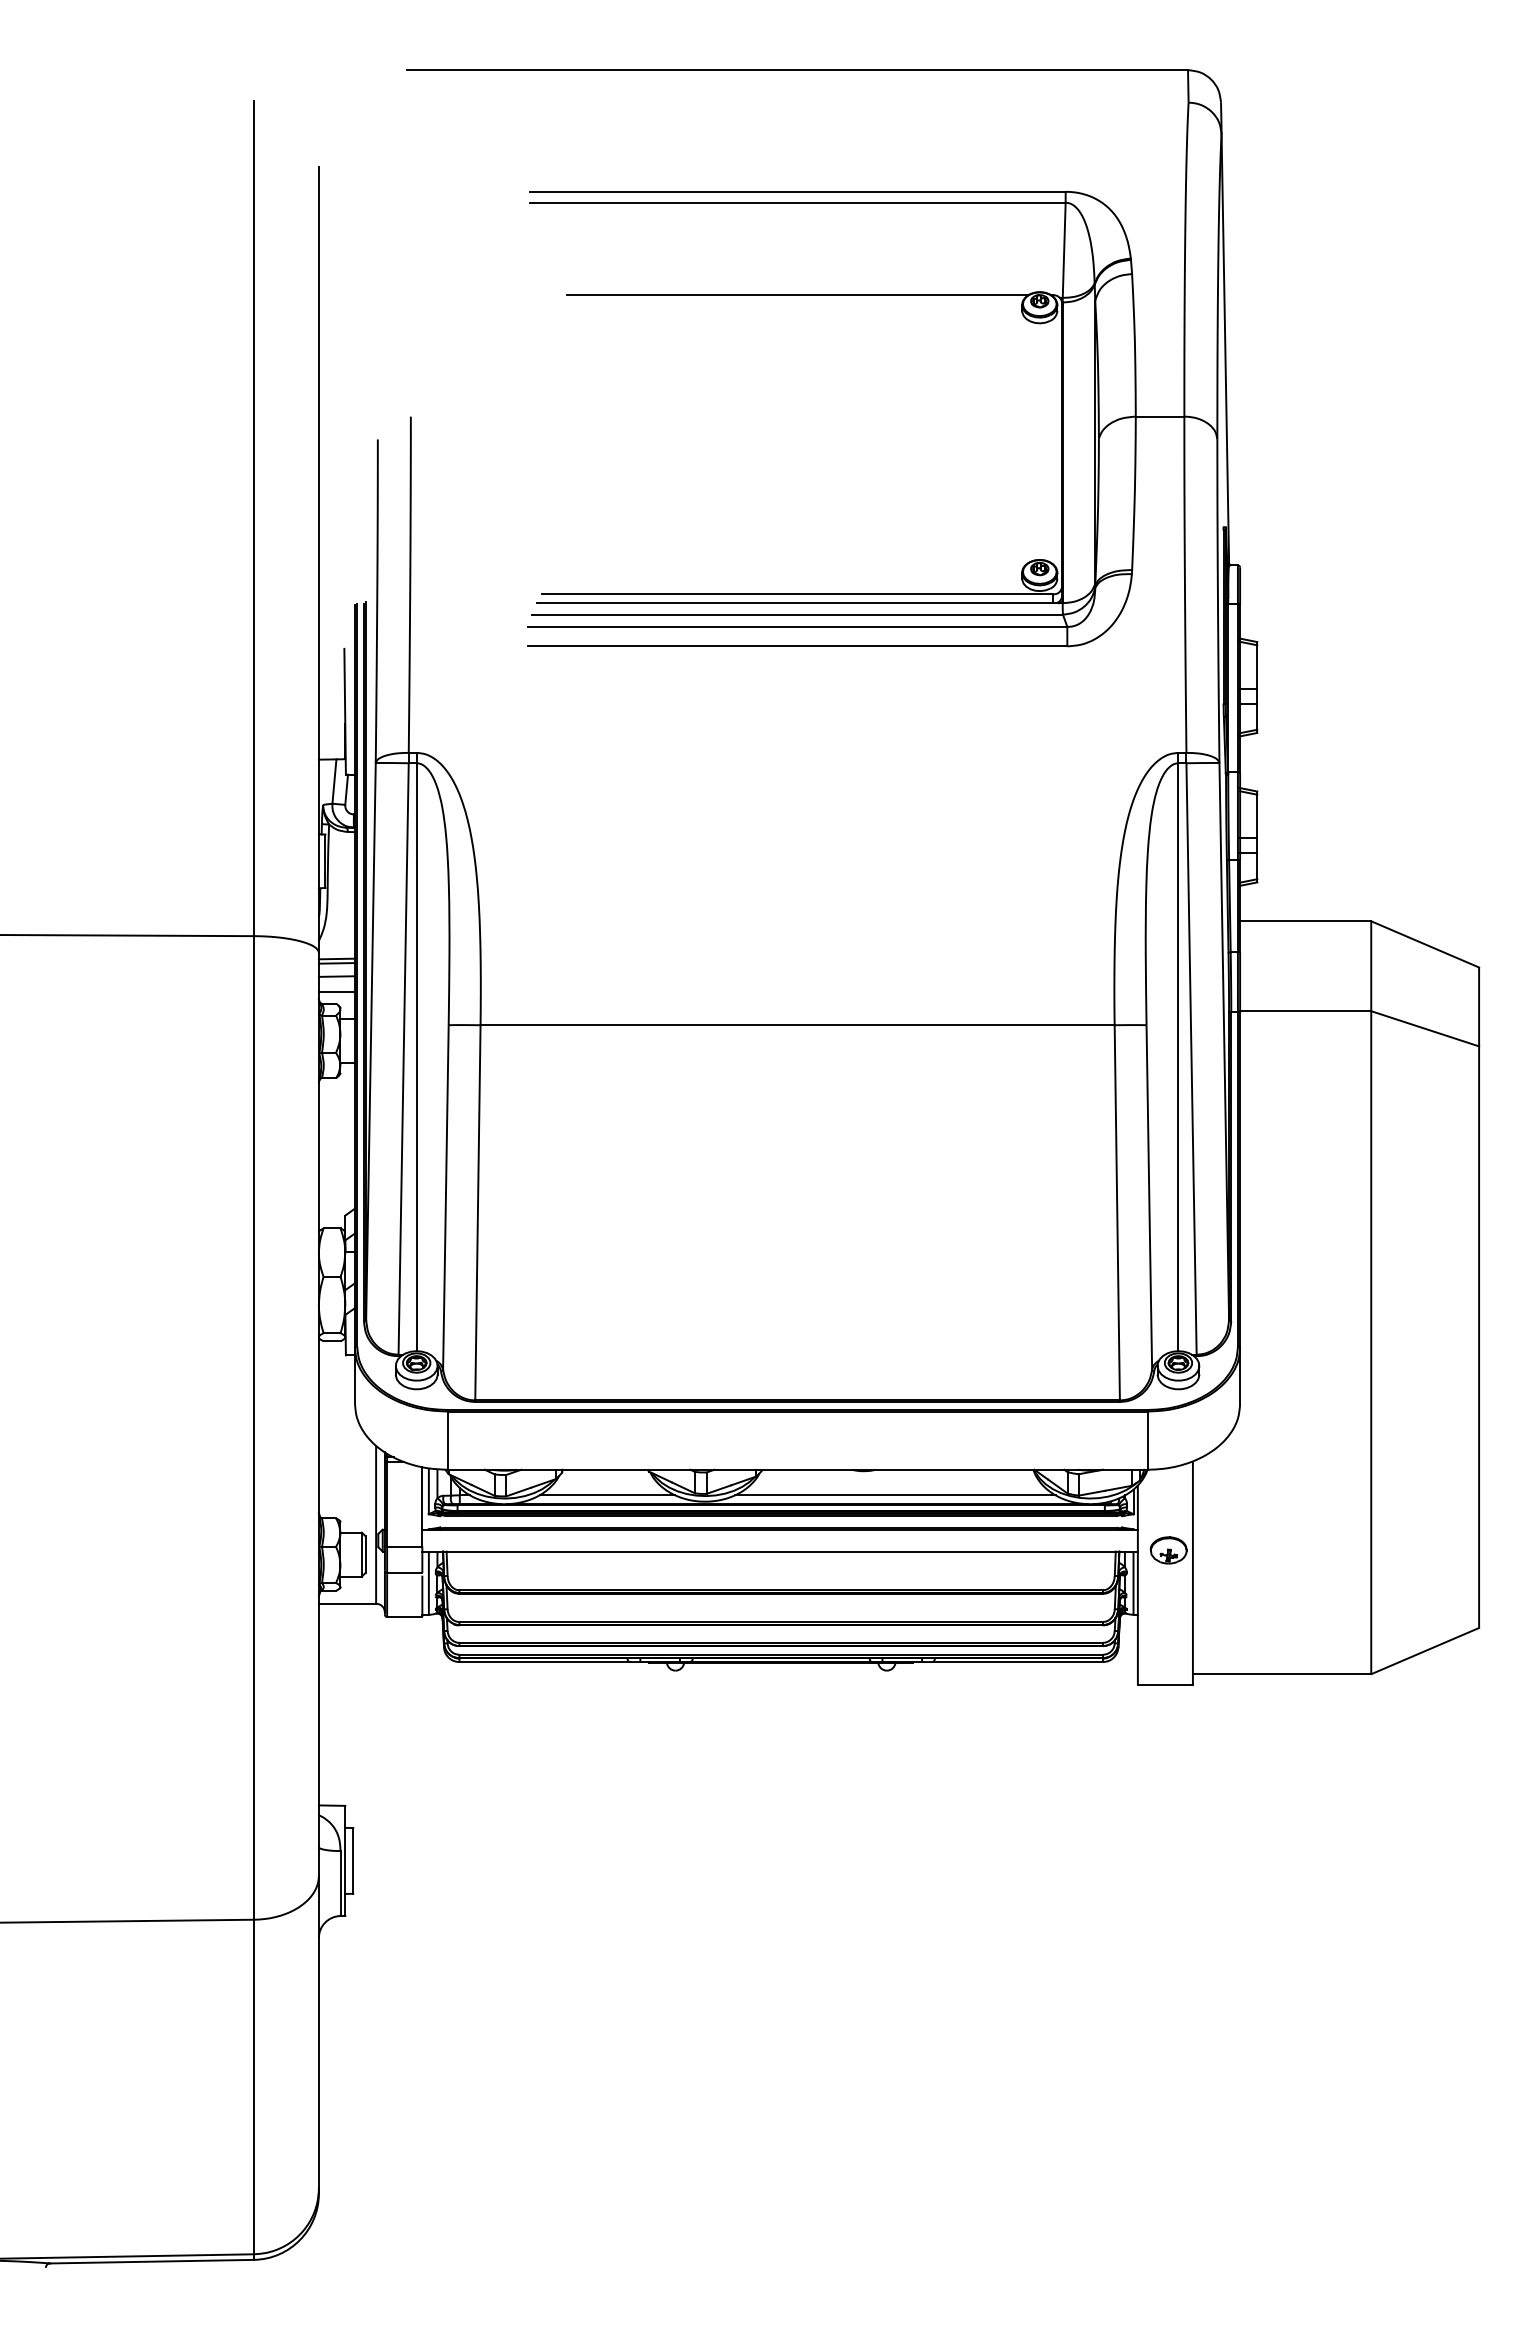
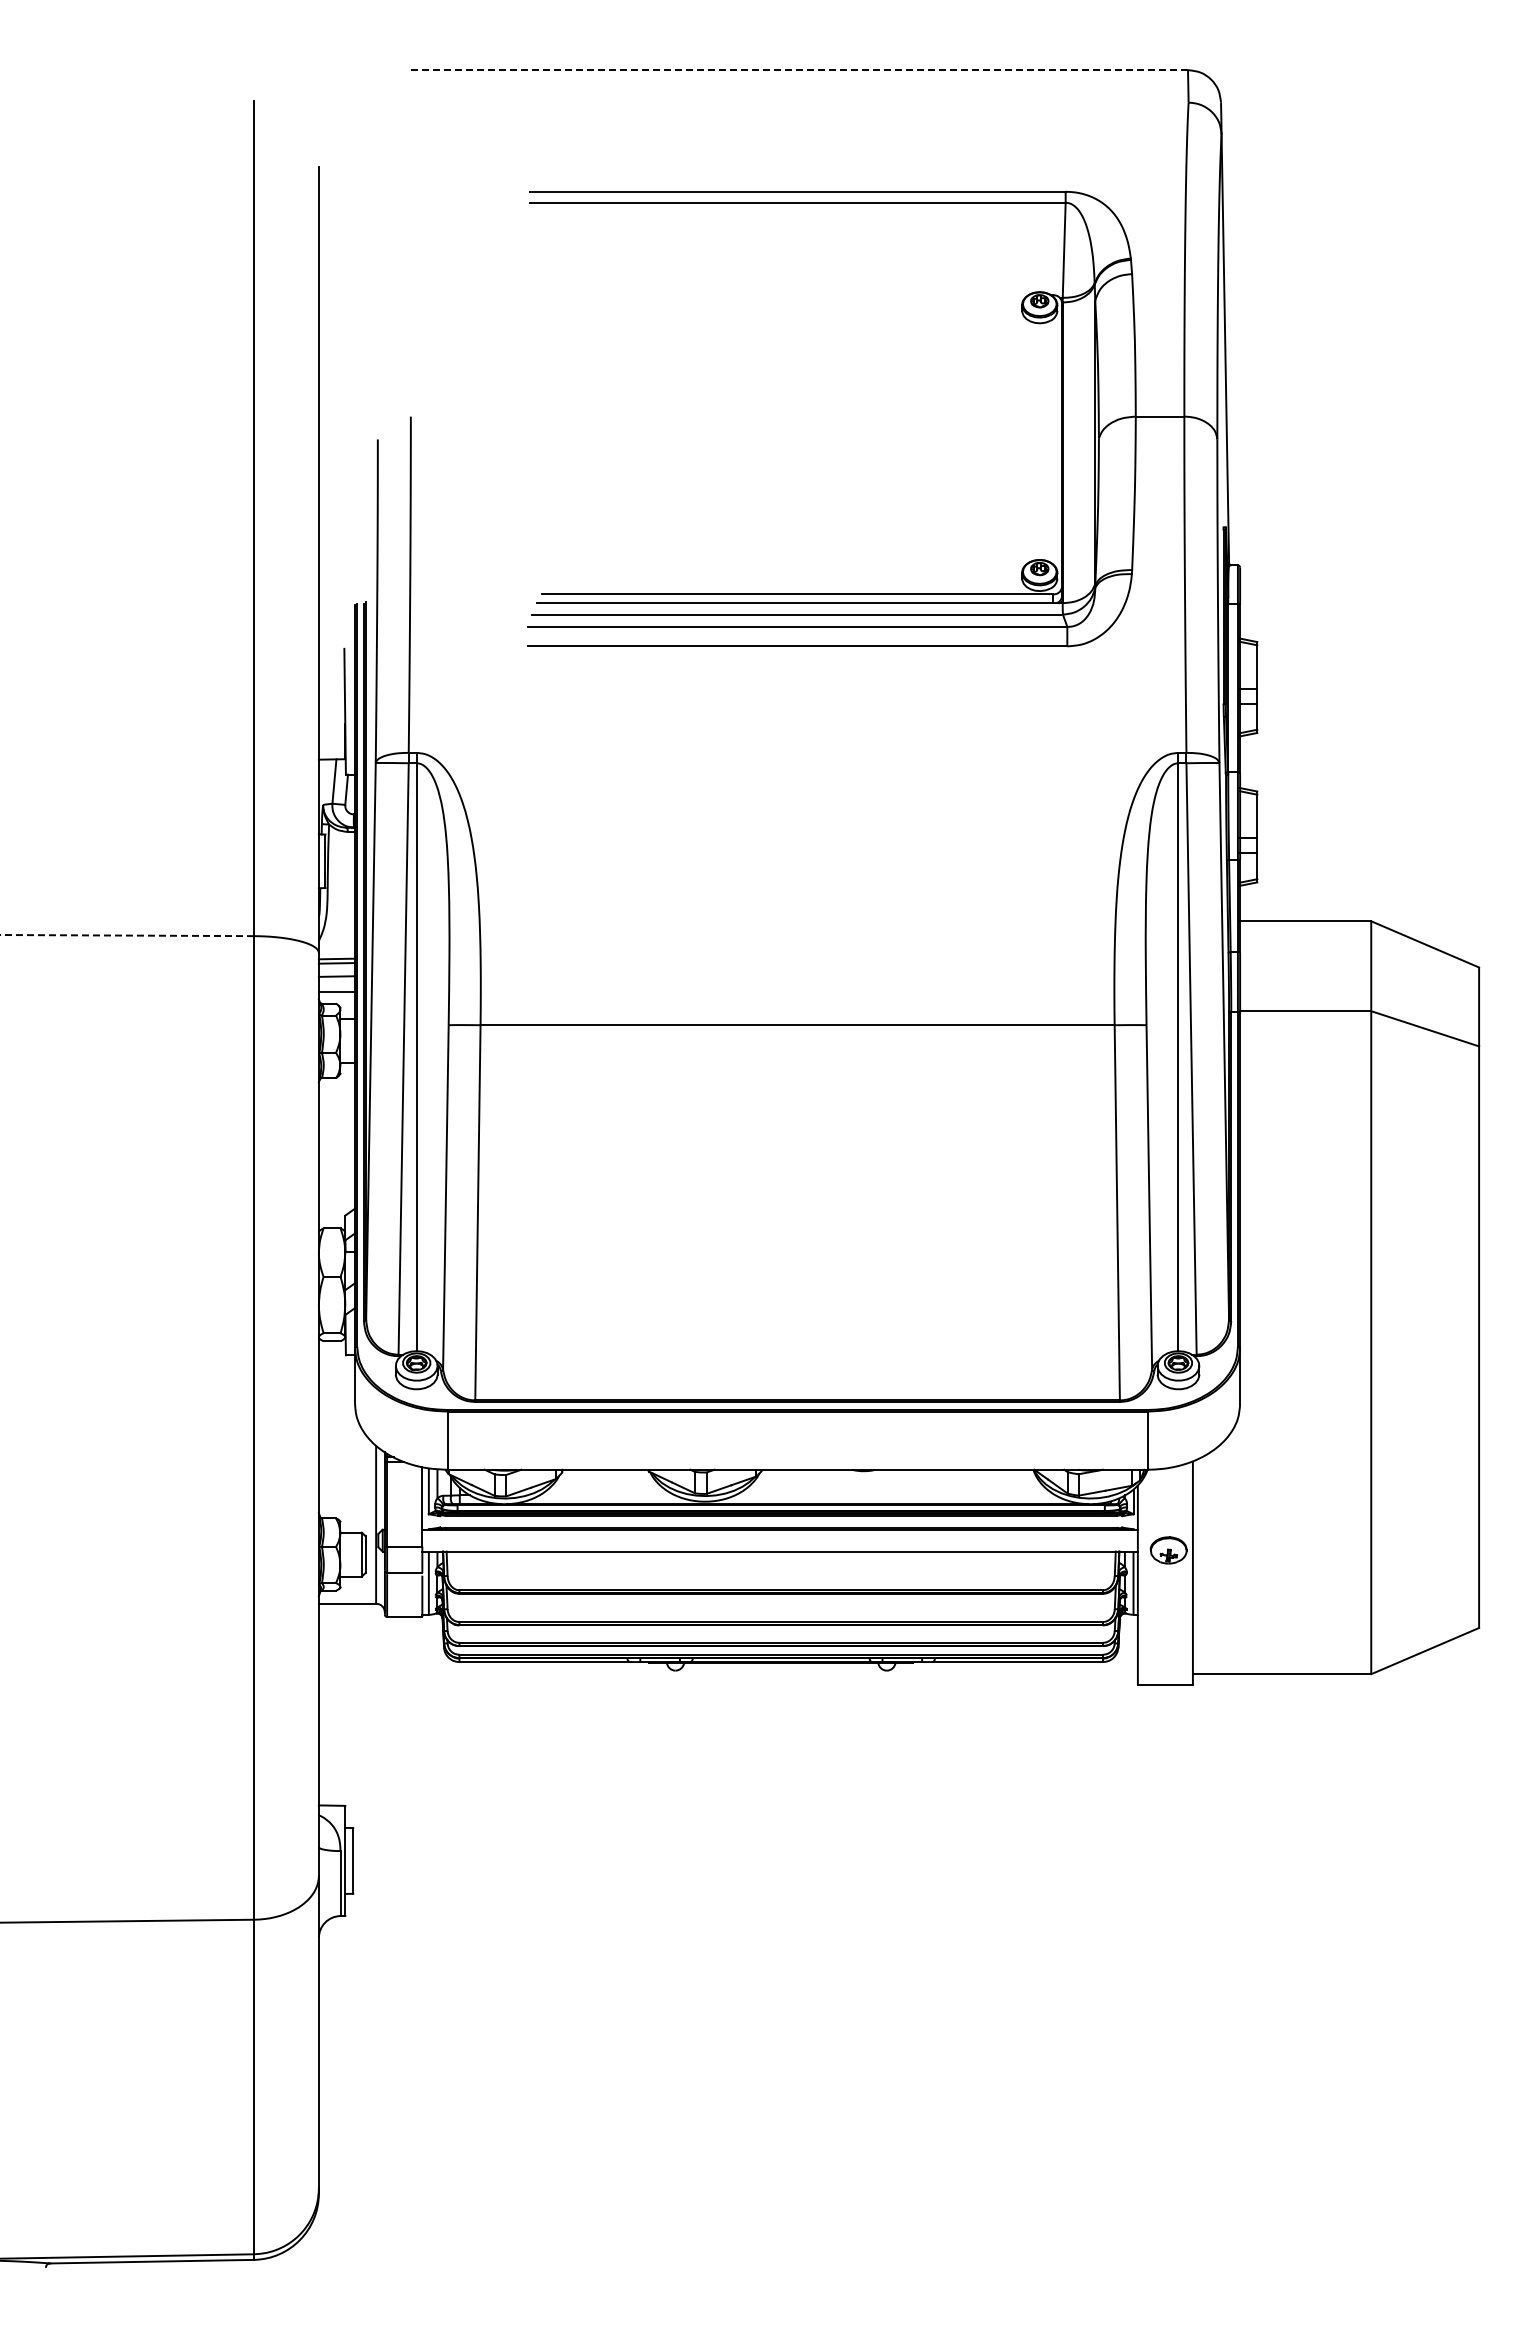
line at (797, 70): solid -> dashed
line at (797, 295): present -> none
line at (127, 935): solid -> dashed
line at (607, 1495): present -> none
line at (894, 1495): present -> none
